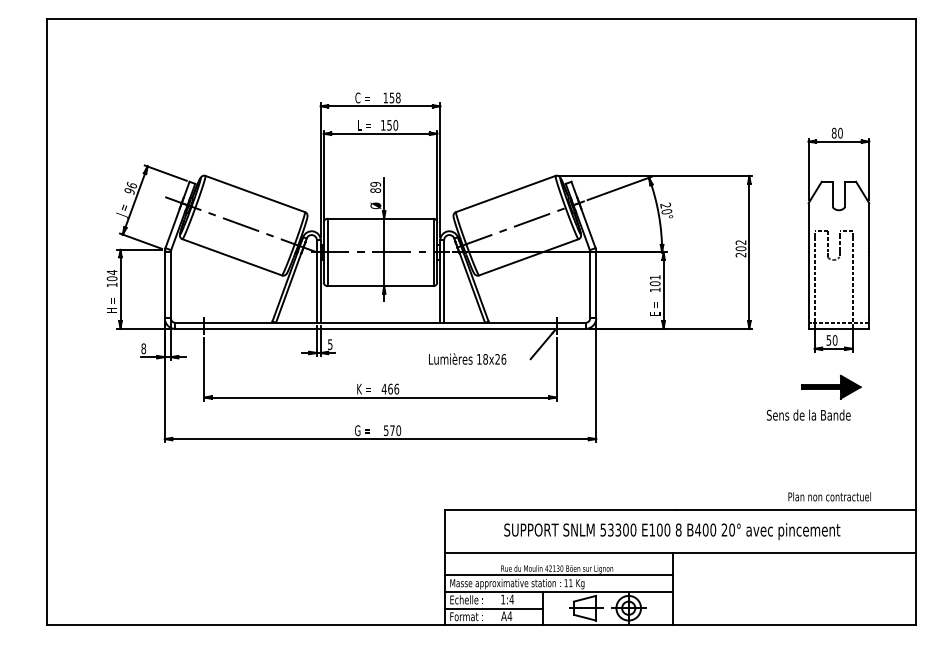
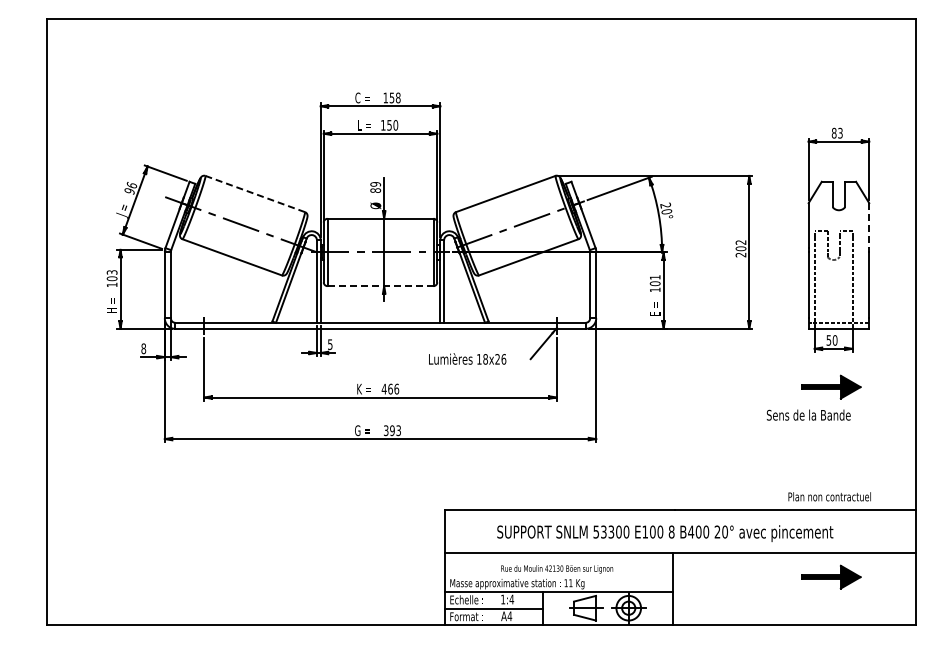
text at (840, 132): 80 -> 83
line at (255, 194): solid -> dashed
line at (869, 226): solid -> dashed
text at (111, 272): 104 -> 103
line at (380, 286): solid -> dashed
text at (392, 430): 570 -> 393
text at (672, 531) position: (672, 531) -> (665, 533)
line at (558, 575): present -> none
part at (831, 576): none -> present
